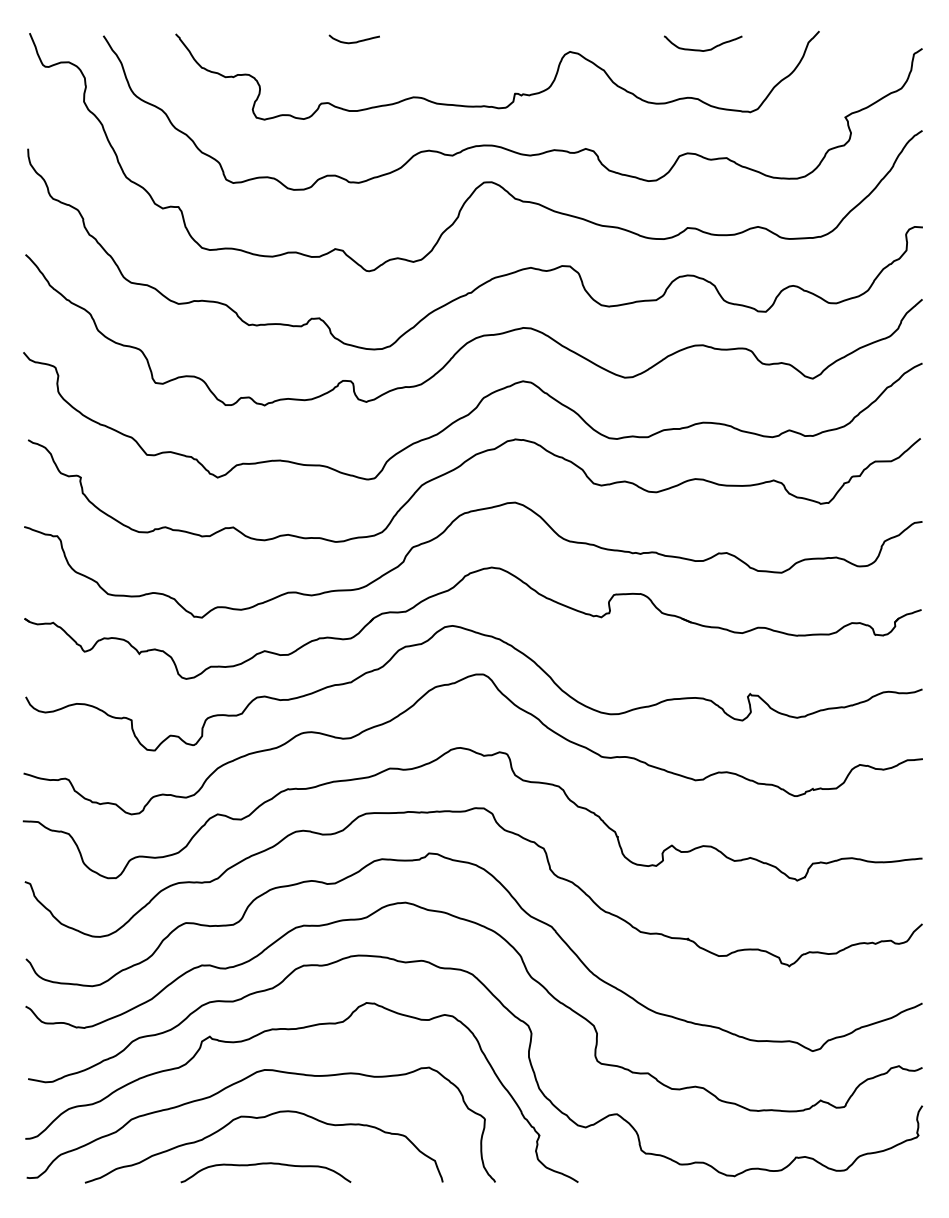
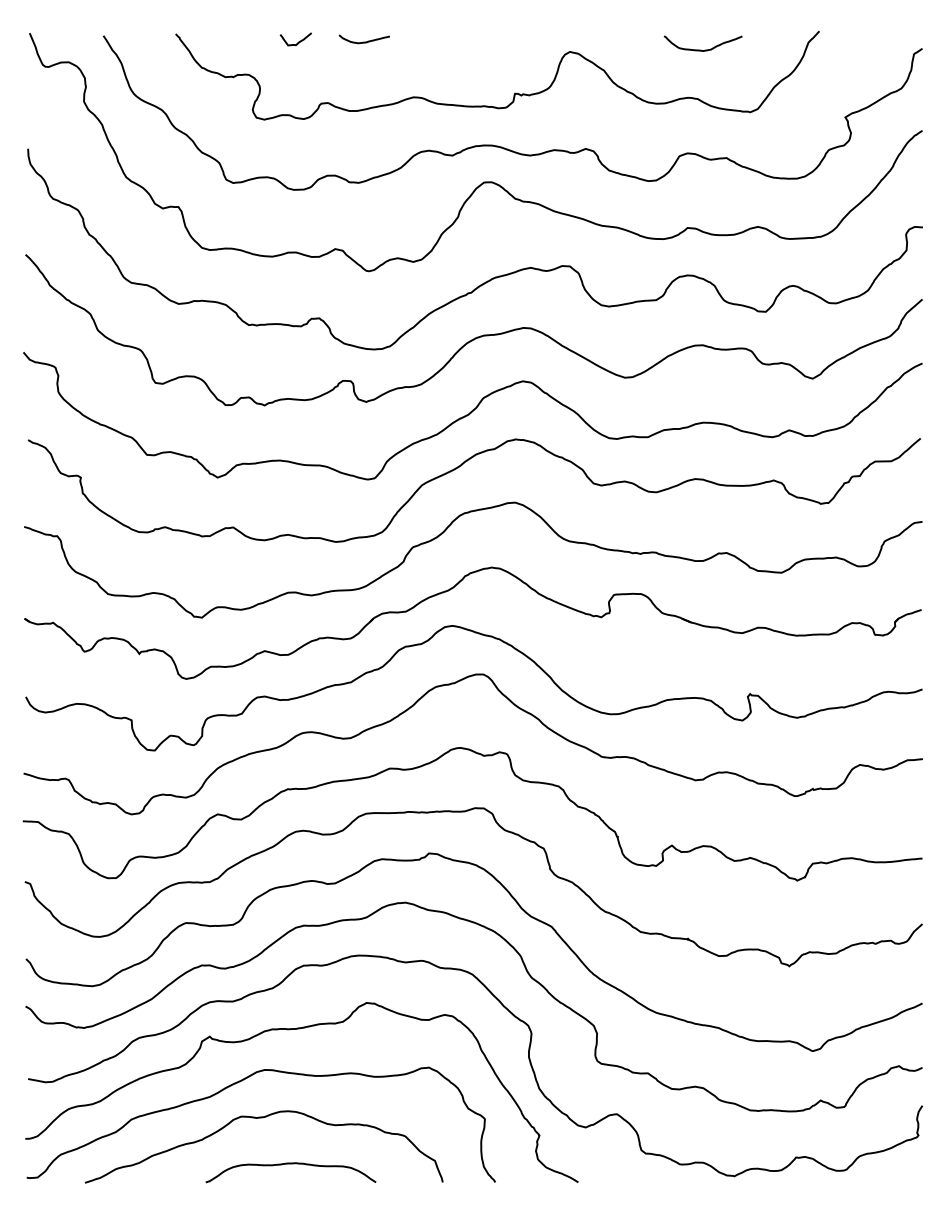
curve at (298, 41): none -> present
curve at (353, 41) position: (353, 41) -> (363, 41)
curve at (265, 1164) position: (265, 1164) -> (290, 1164)
